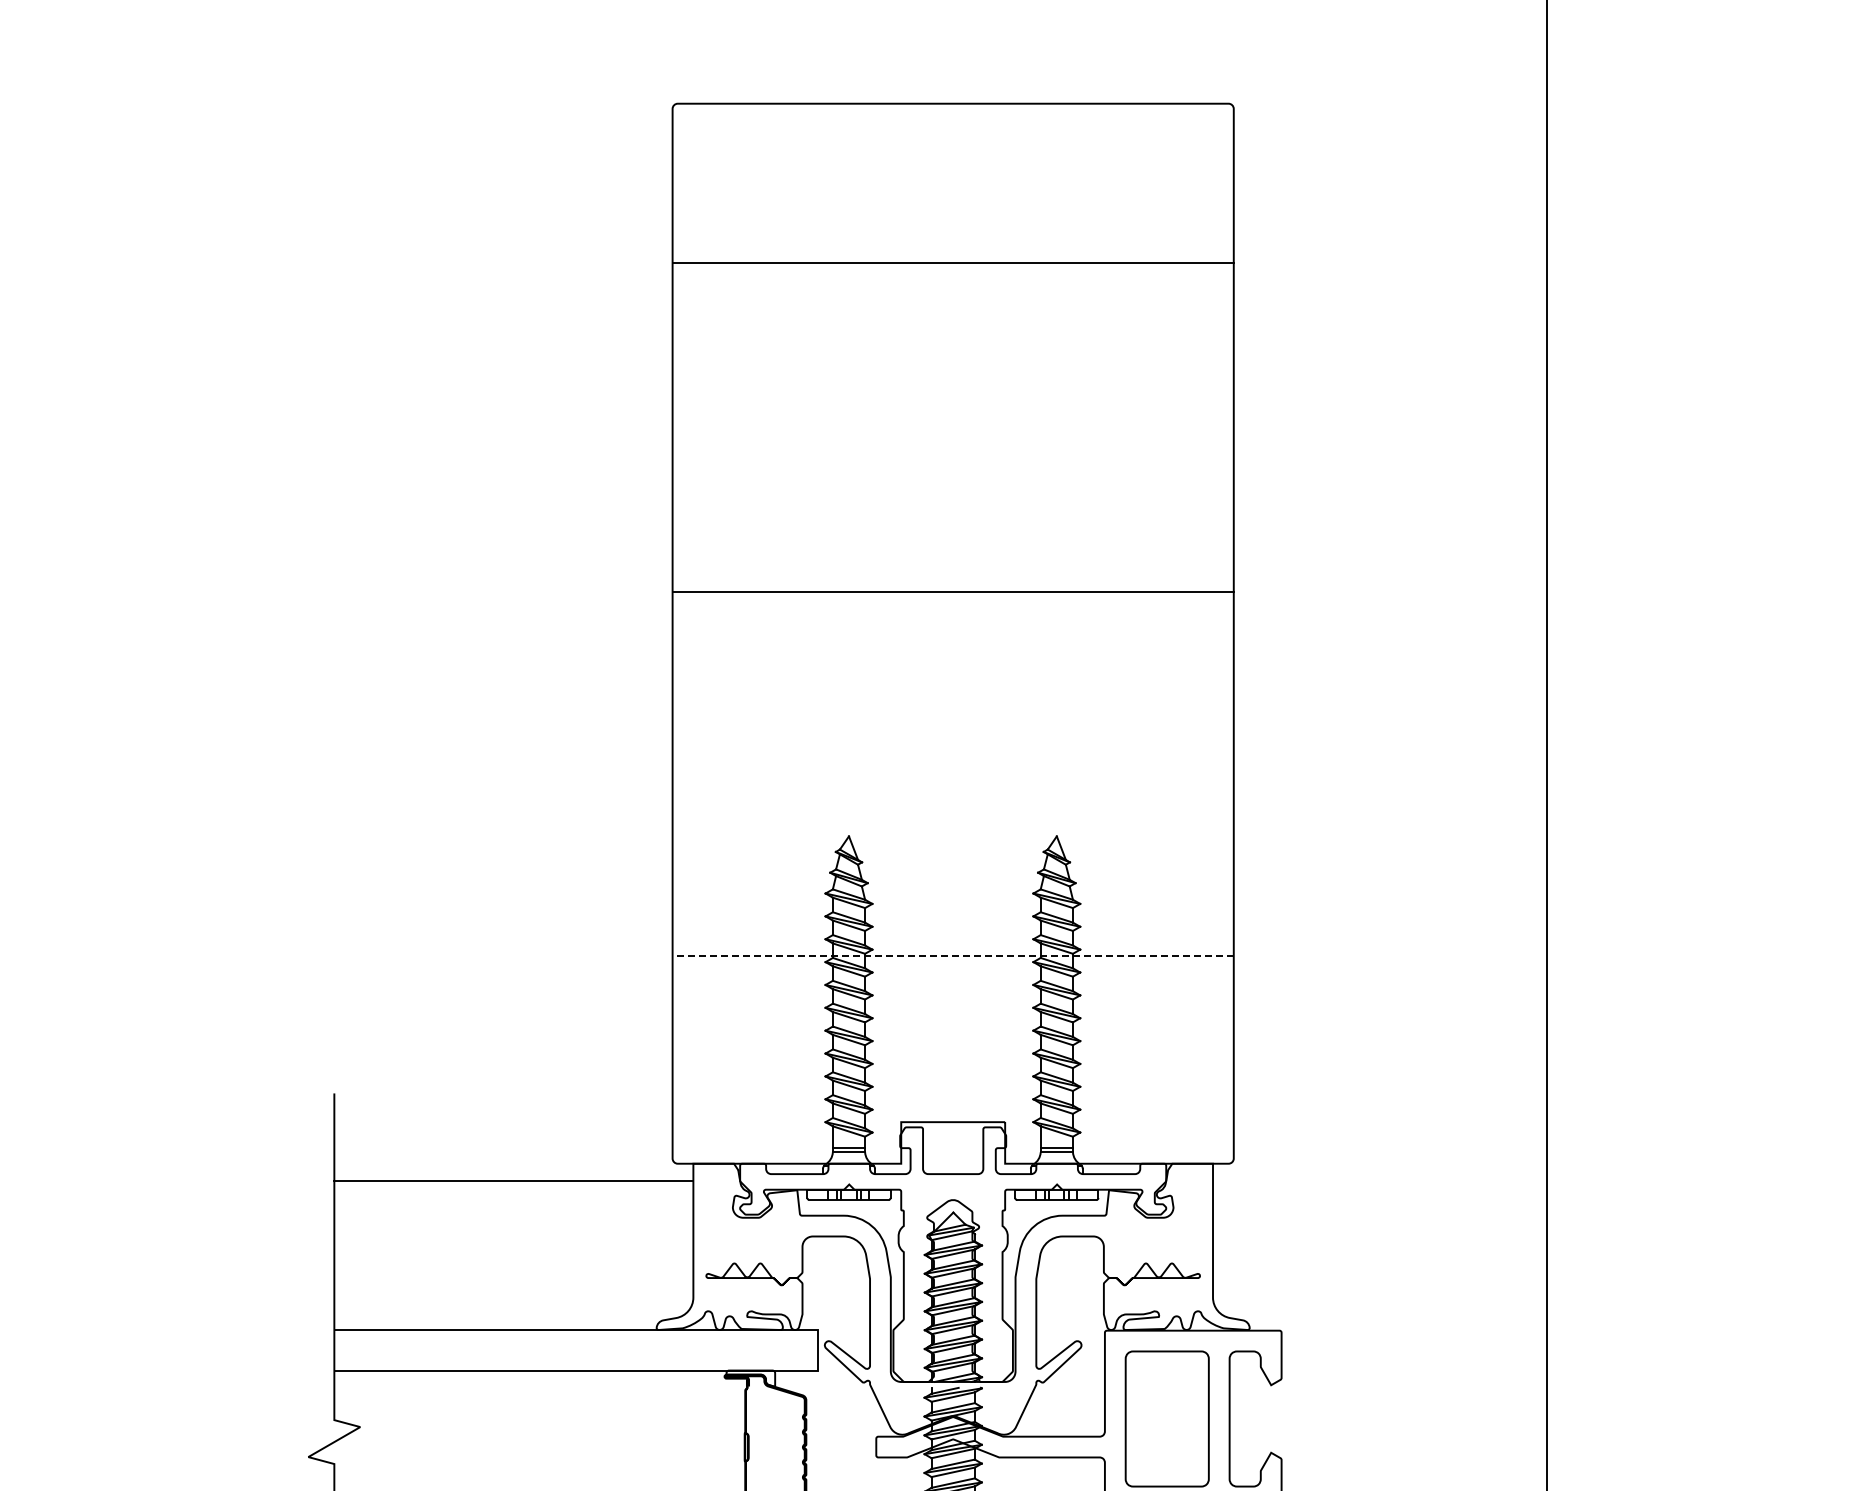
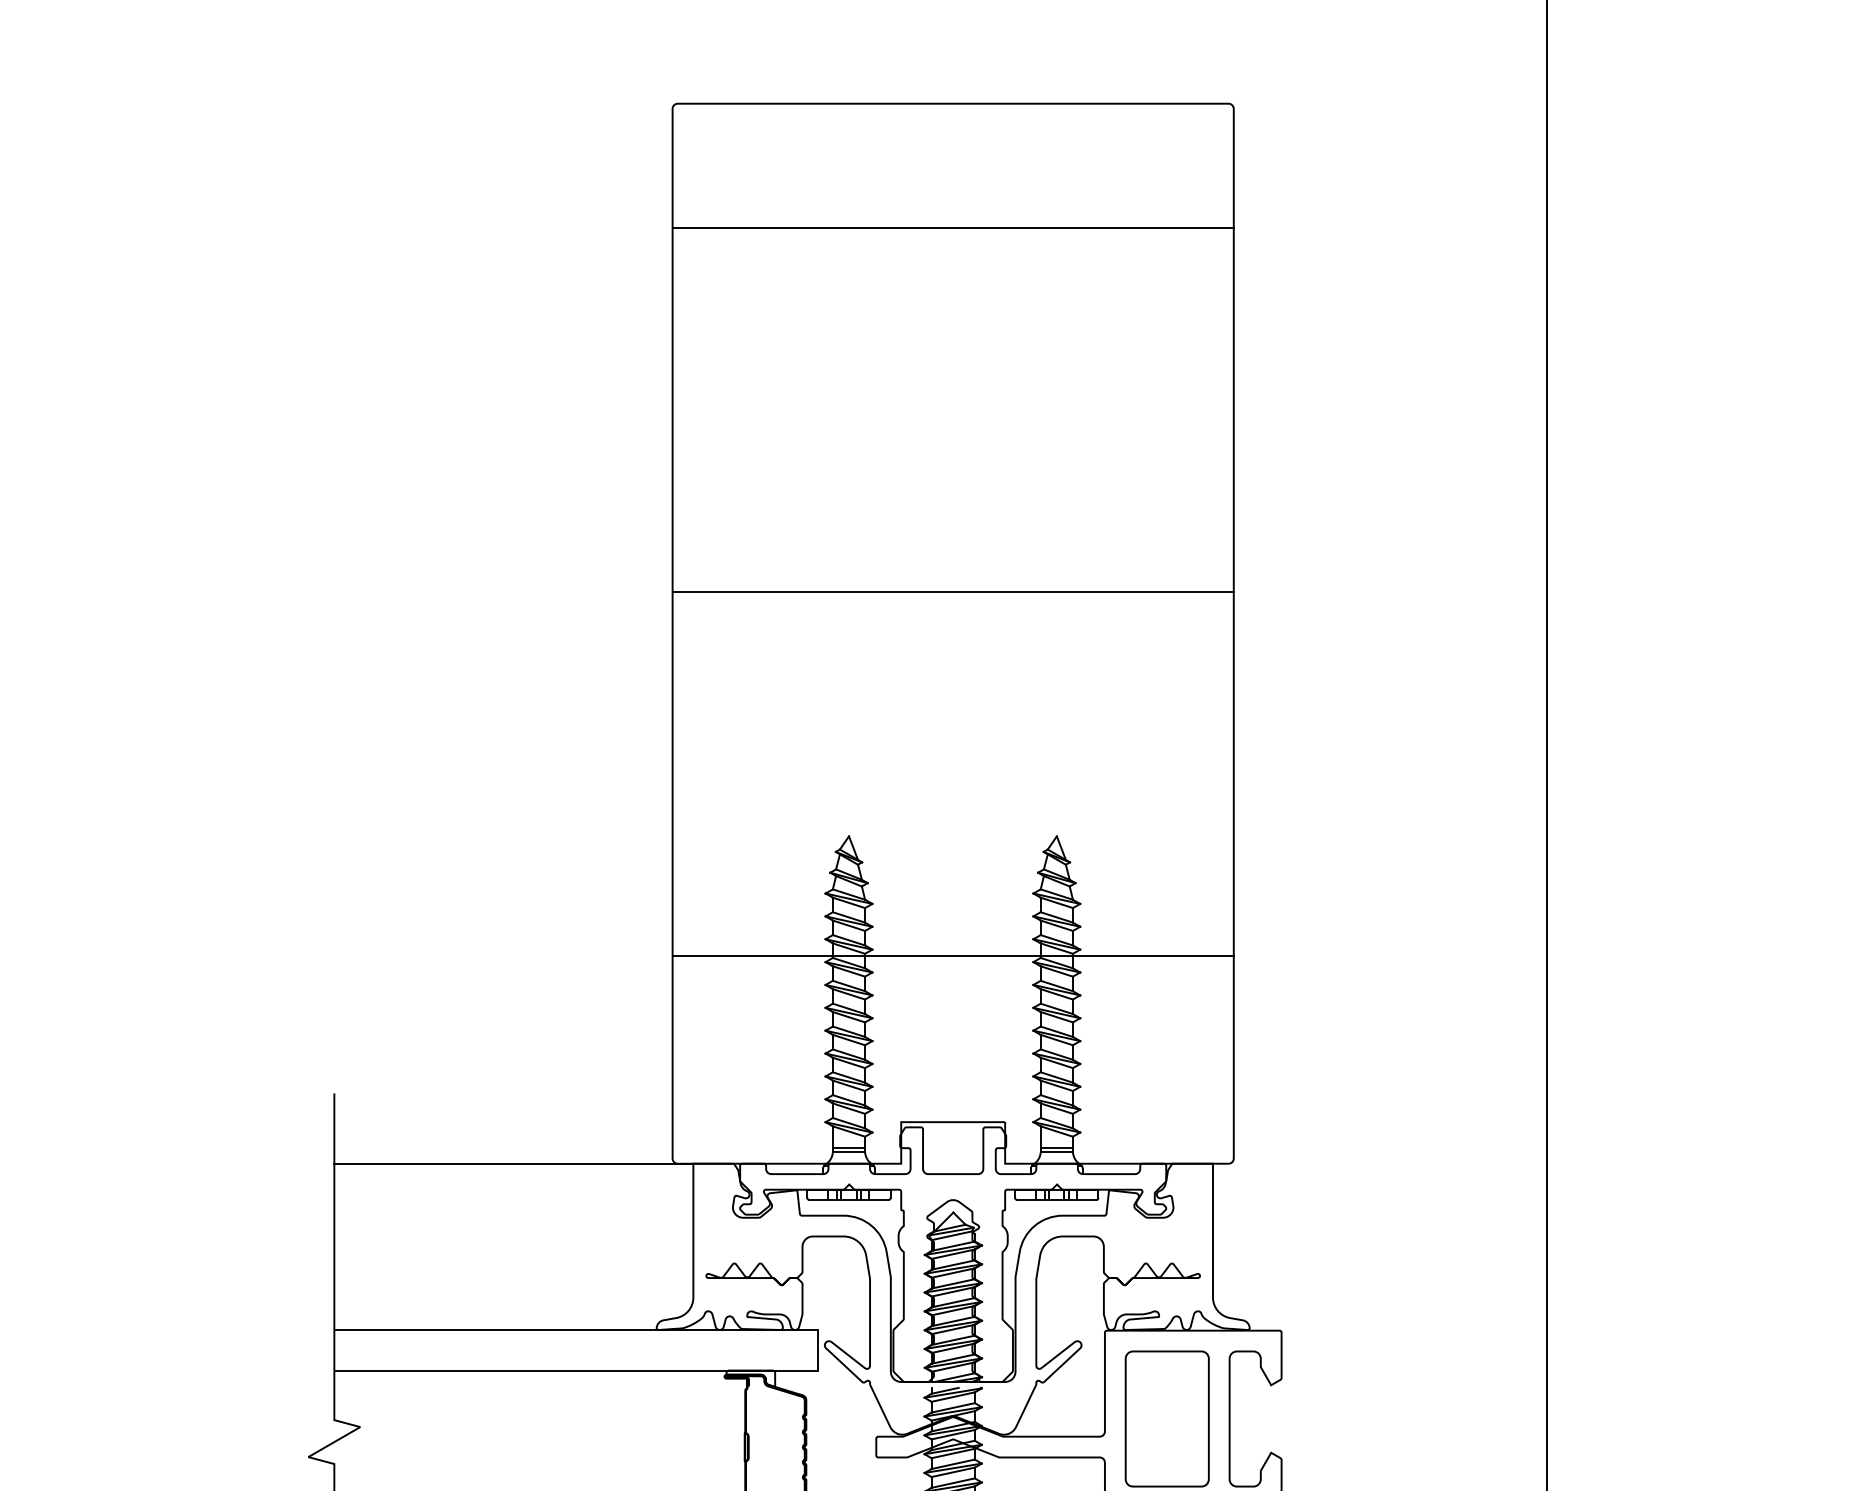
line at (952, 263) position: (952, 263) -> (952, 228)
line at (953, 955): dashed -> solid
line at (513, 1180) position: (513, 1180) -> (513, 1163)
